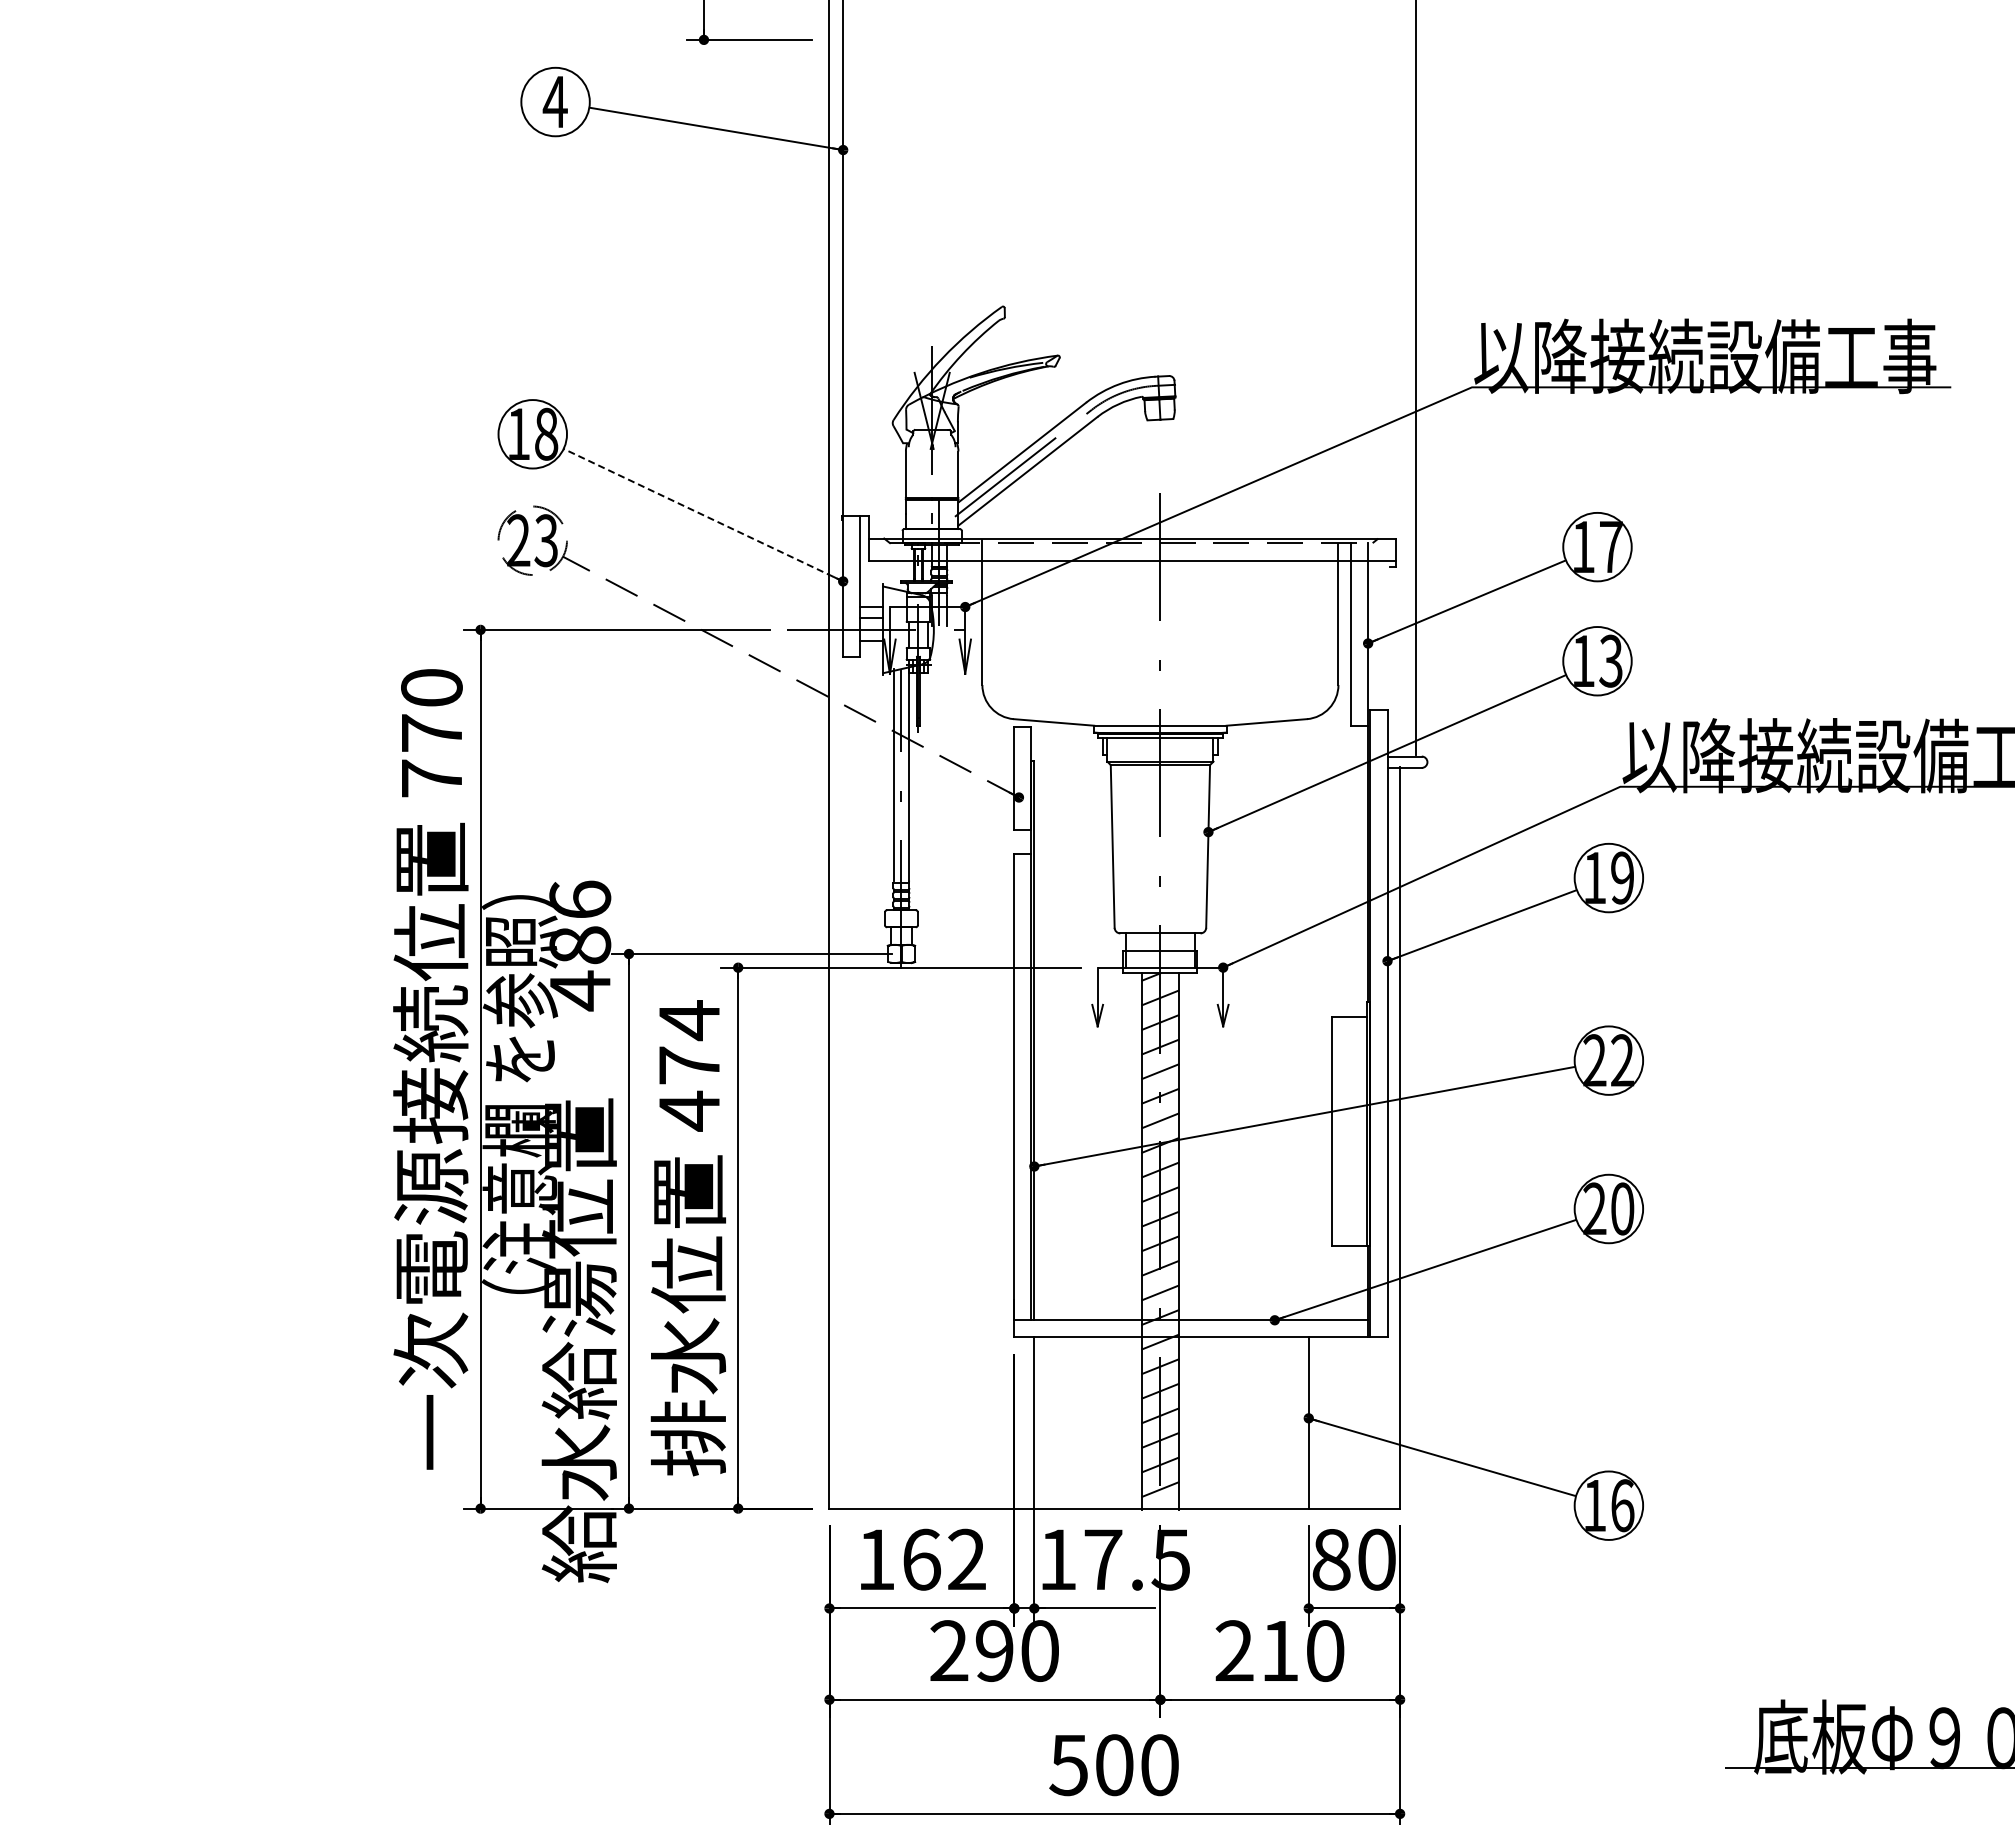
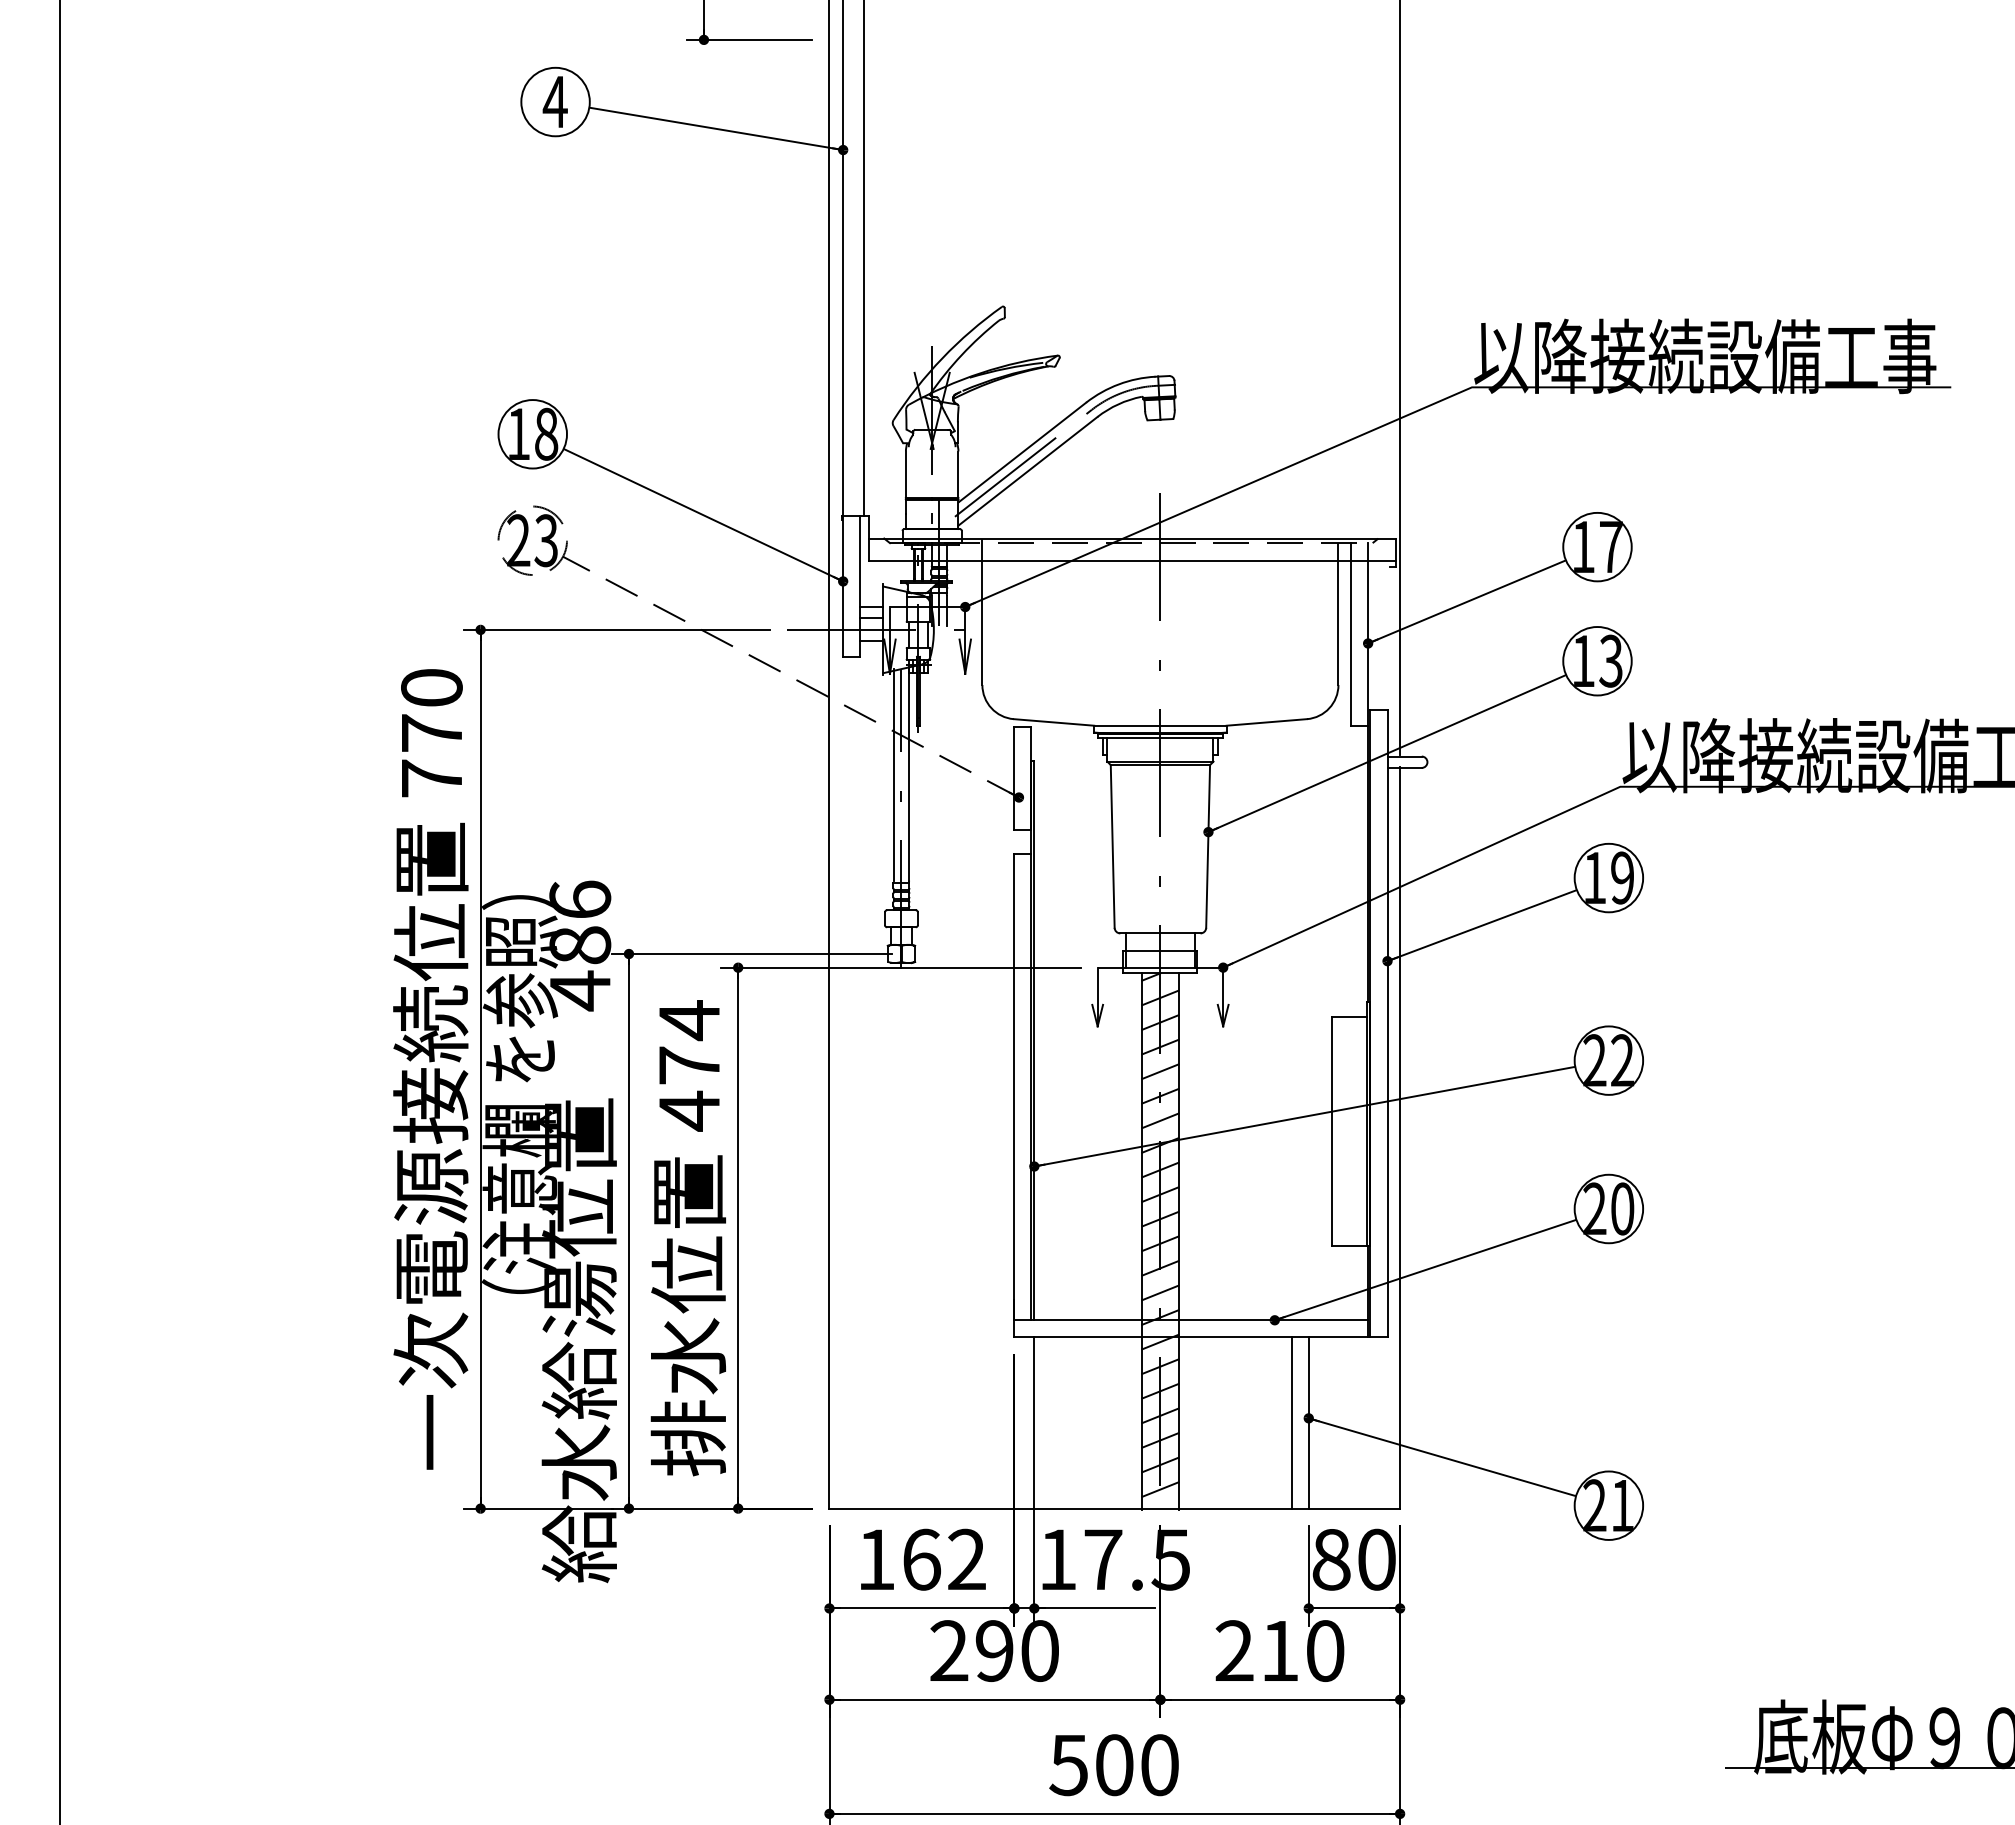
line at (863, 258): none -> present
line at (1416, 378) position: (1416, 378) -> (1400, 378)
line at (703, 515): dashed -> solid
line at (60, 911): none -> present
line at (1291, 1422): none -> present
text at (1608, 1505): 16 -> 21
